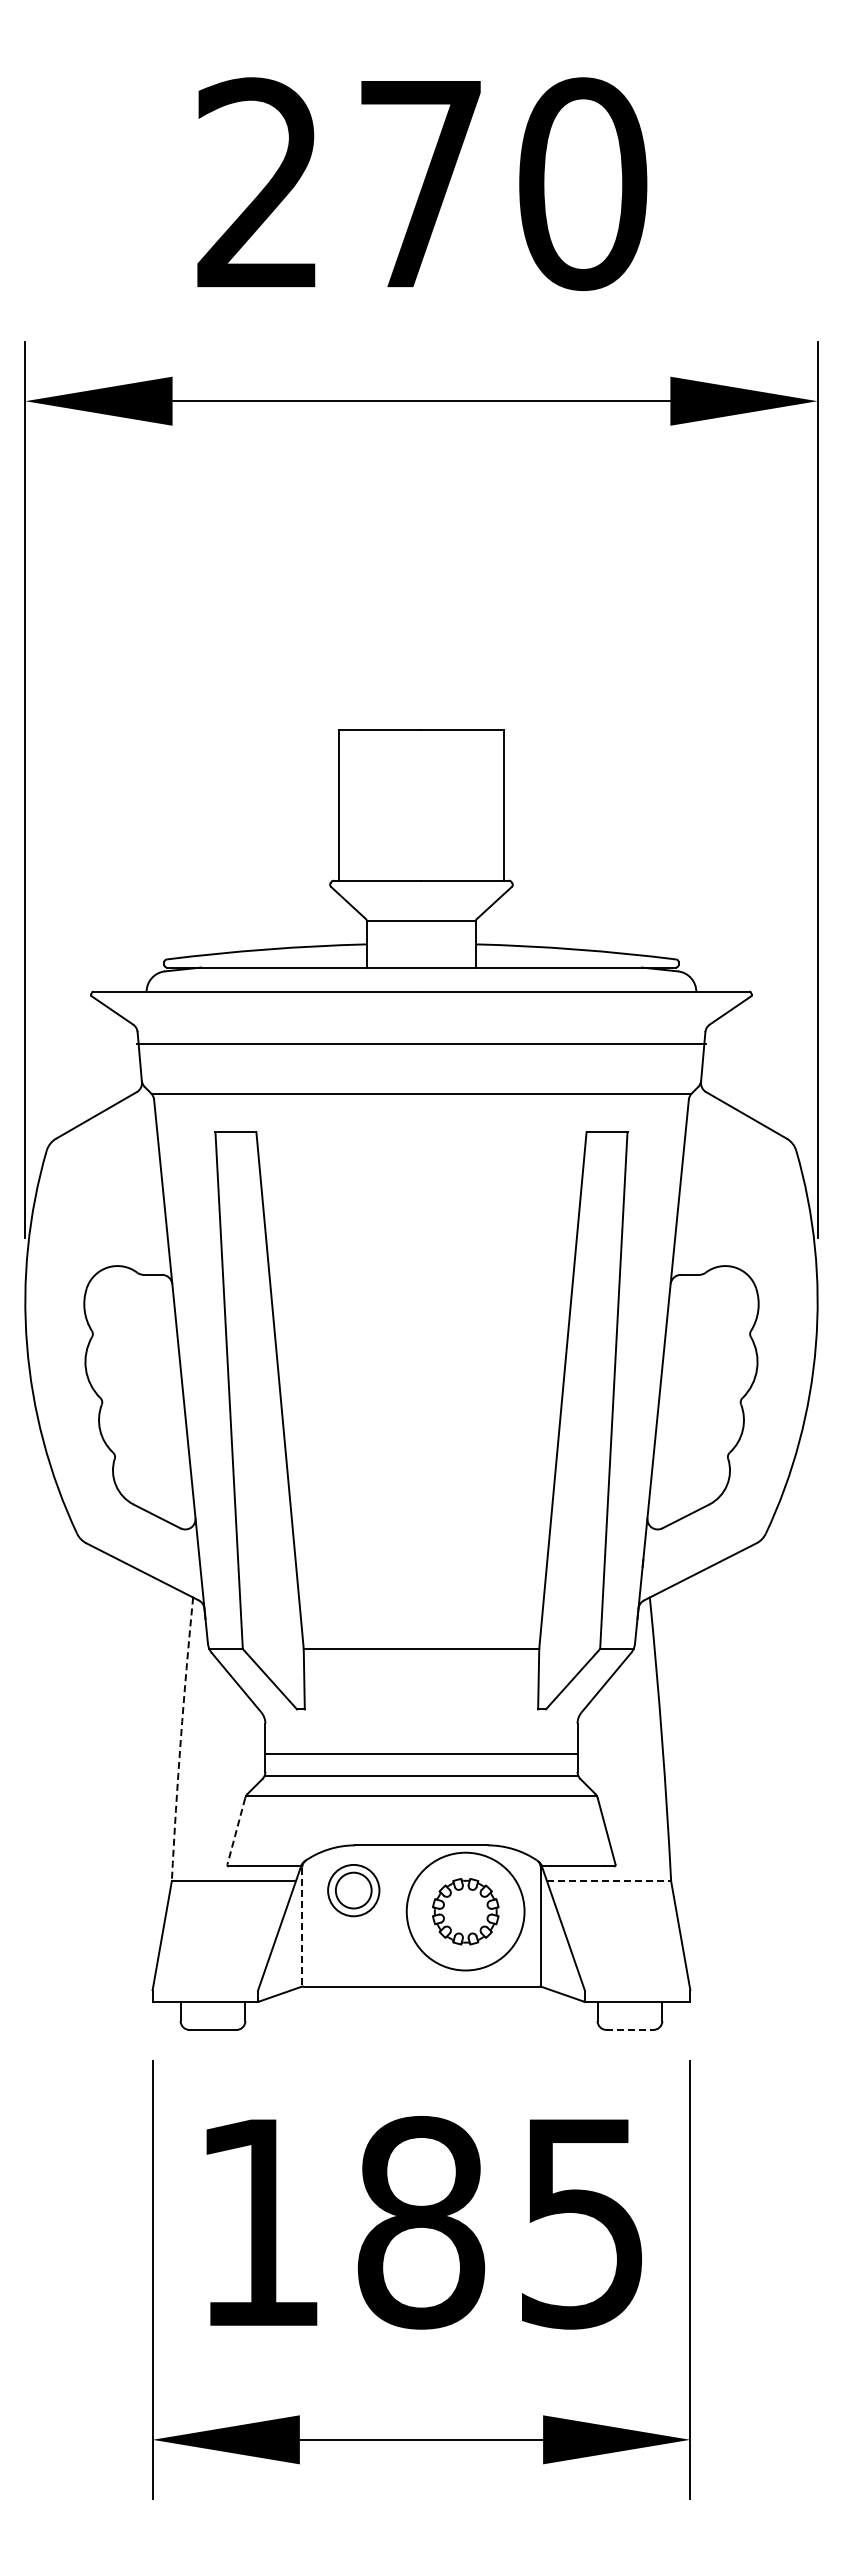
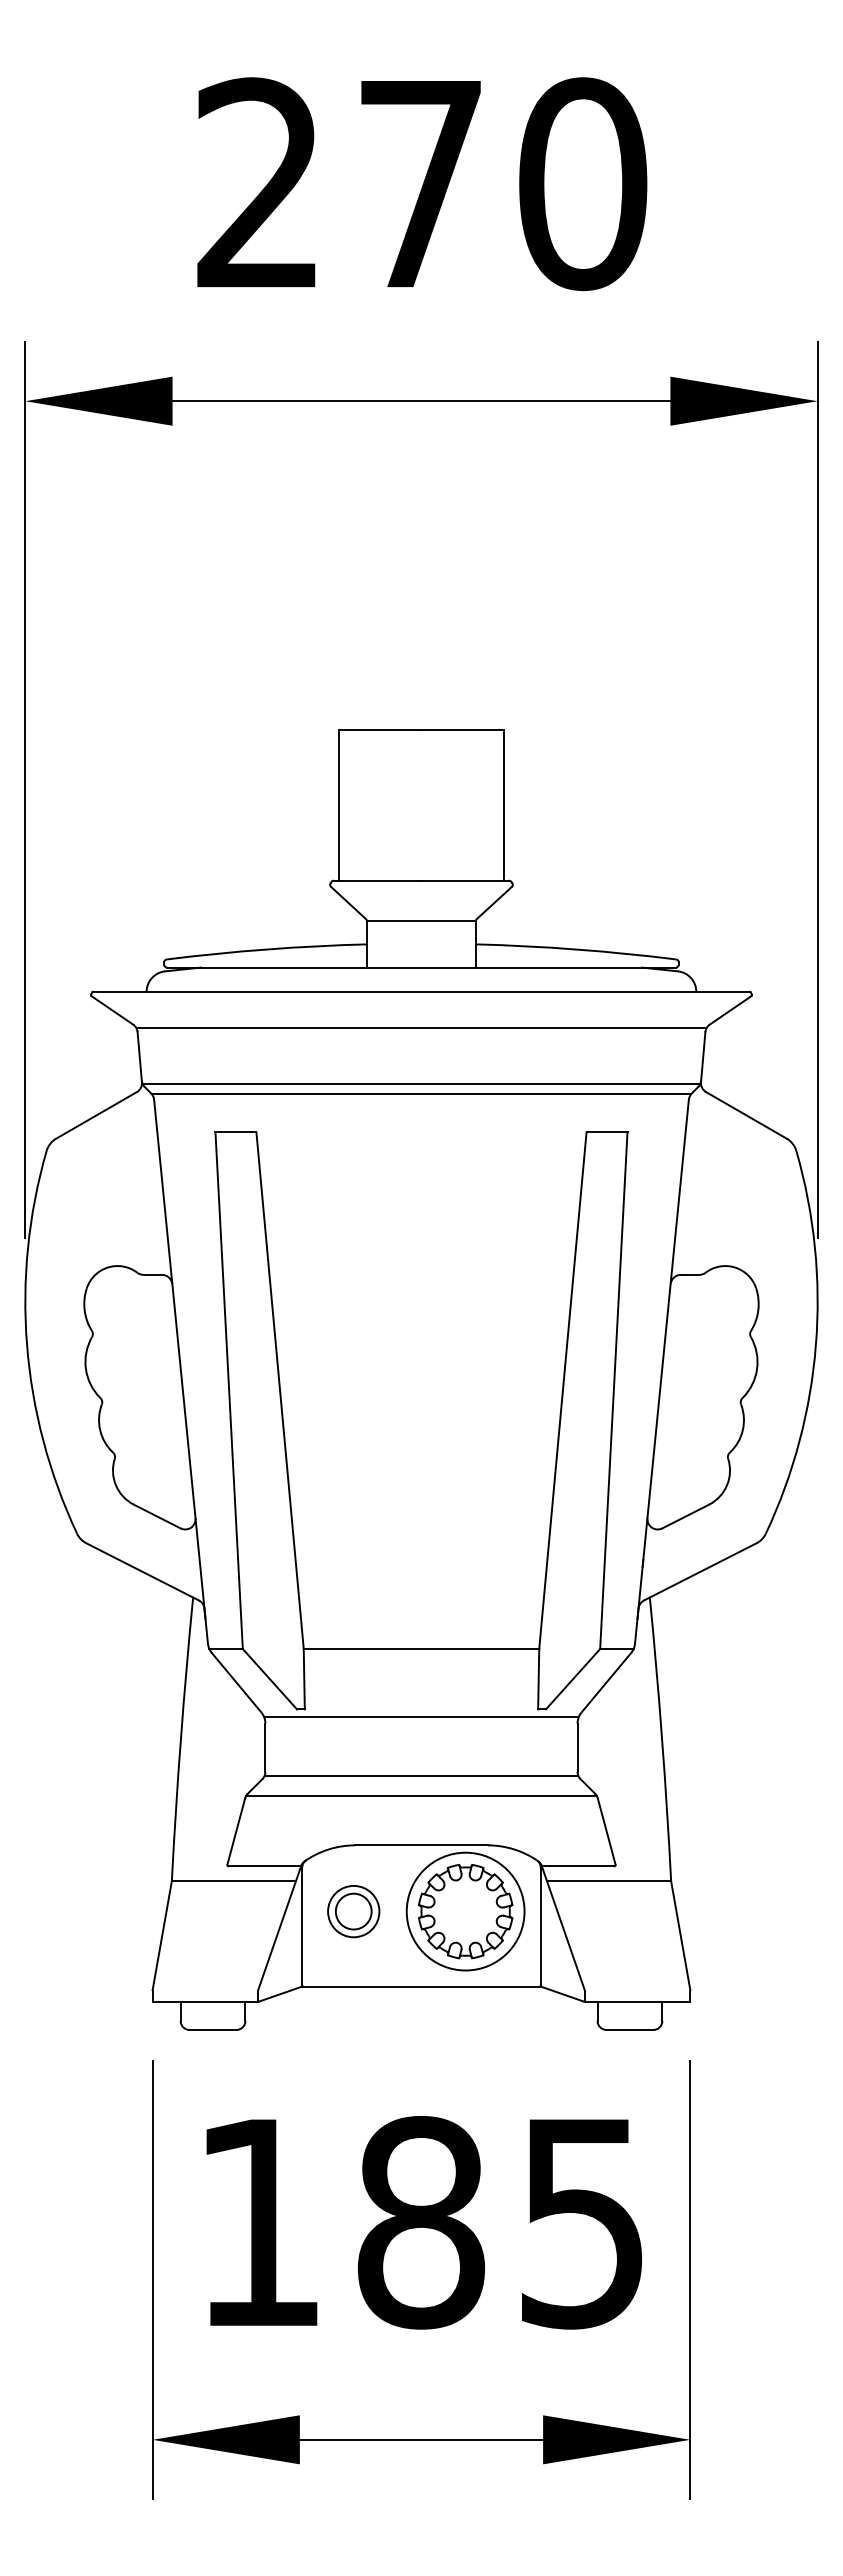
line at (421, 1044) position: (421, 1044) -> (421, 1028)
line at (421, 1084): none -> present
arc at (180, 1739): dashed -> solid
line at (421, 1754) position: (421, 1754) -> (421, 1717)
line at (236, 1831): dashed -> solid
line at (609, 1881): dashed -> solid
part at (353, 1890) position: (353, 1890) -> (353, 1911)
part at (465, 1911) size: 68x68 px -> 96x96 px
line at (302, 1927): dashed -> solid
line at (629, 2029): dashed -> solid
